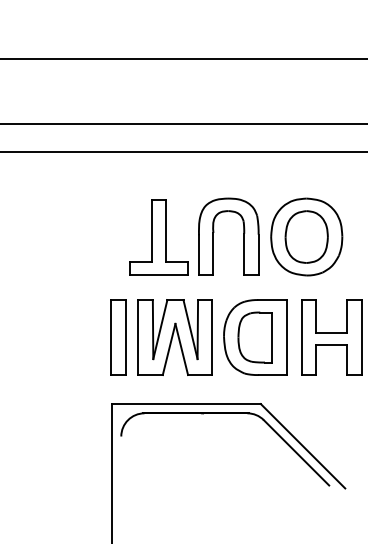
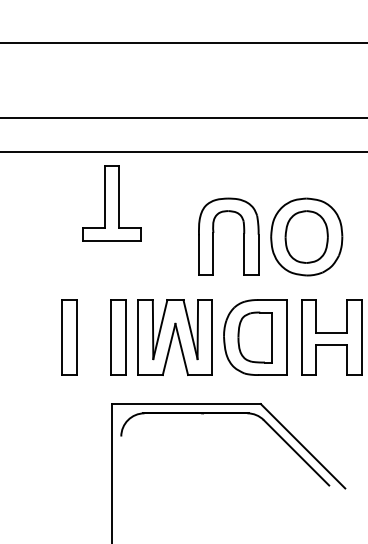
line at (183, 58) position: (183, 58) -> (183, 42)
line at (183, 123) position: (183, 123) -> (183, 117)
part at (158, 237) position: (158, 237) -> (111, 203)
part at (69, 337): none -> present
